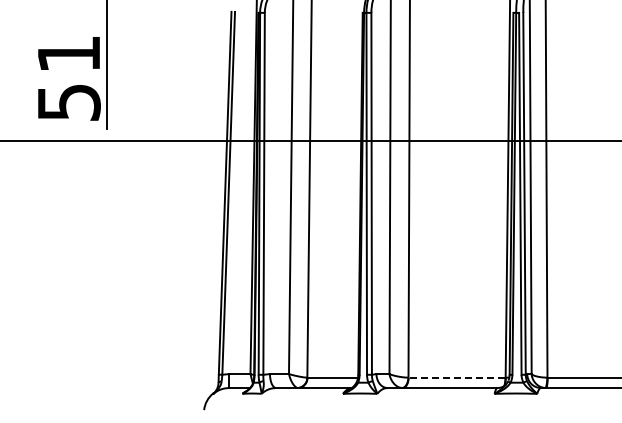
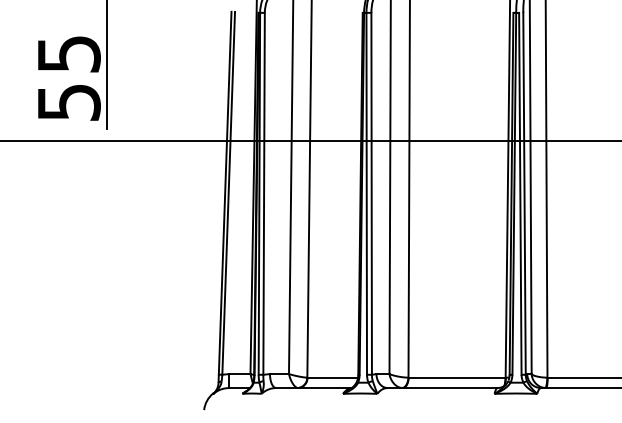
text at (69, 54): 51 -> 55
line at (456, 377): dashed -> solid
